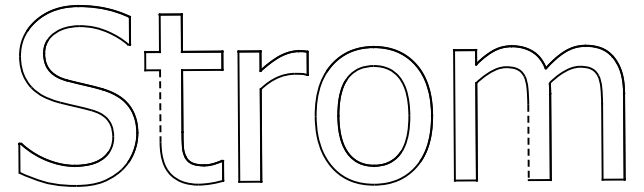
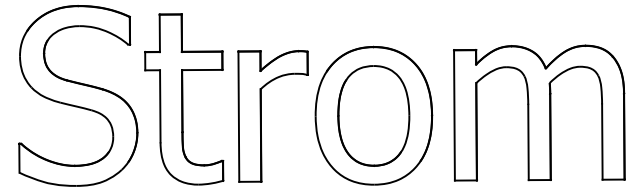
line at (160, 106): dashed -> solid
line at (528, 142): dashed -> solid
